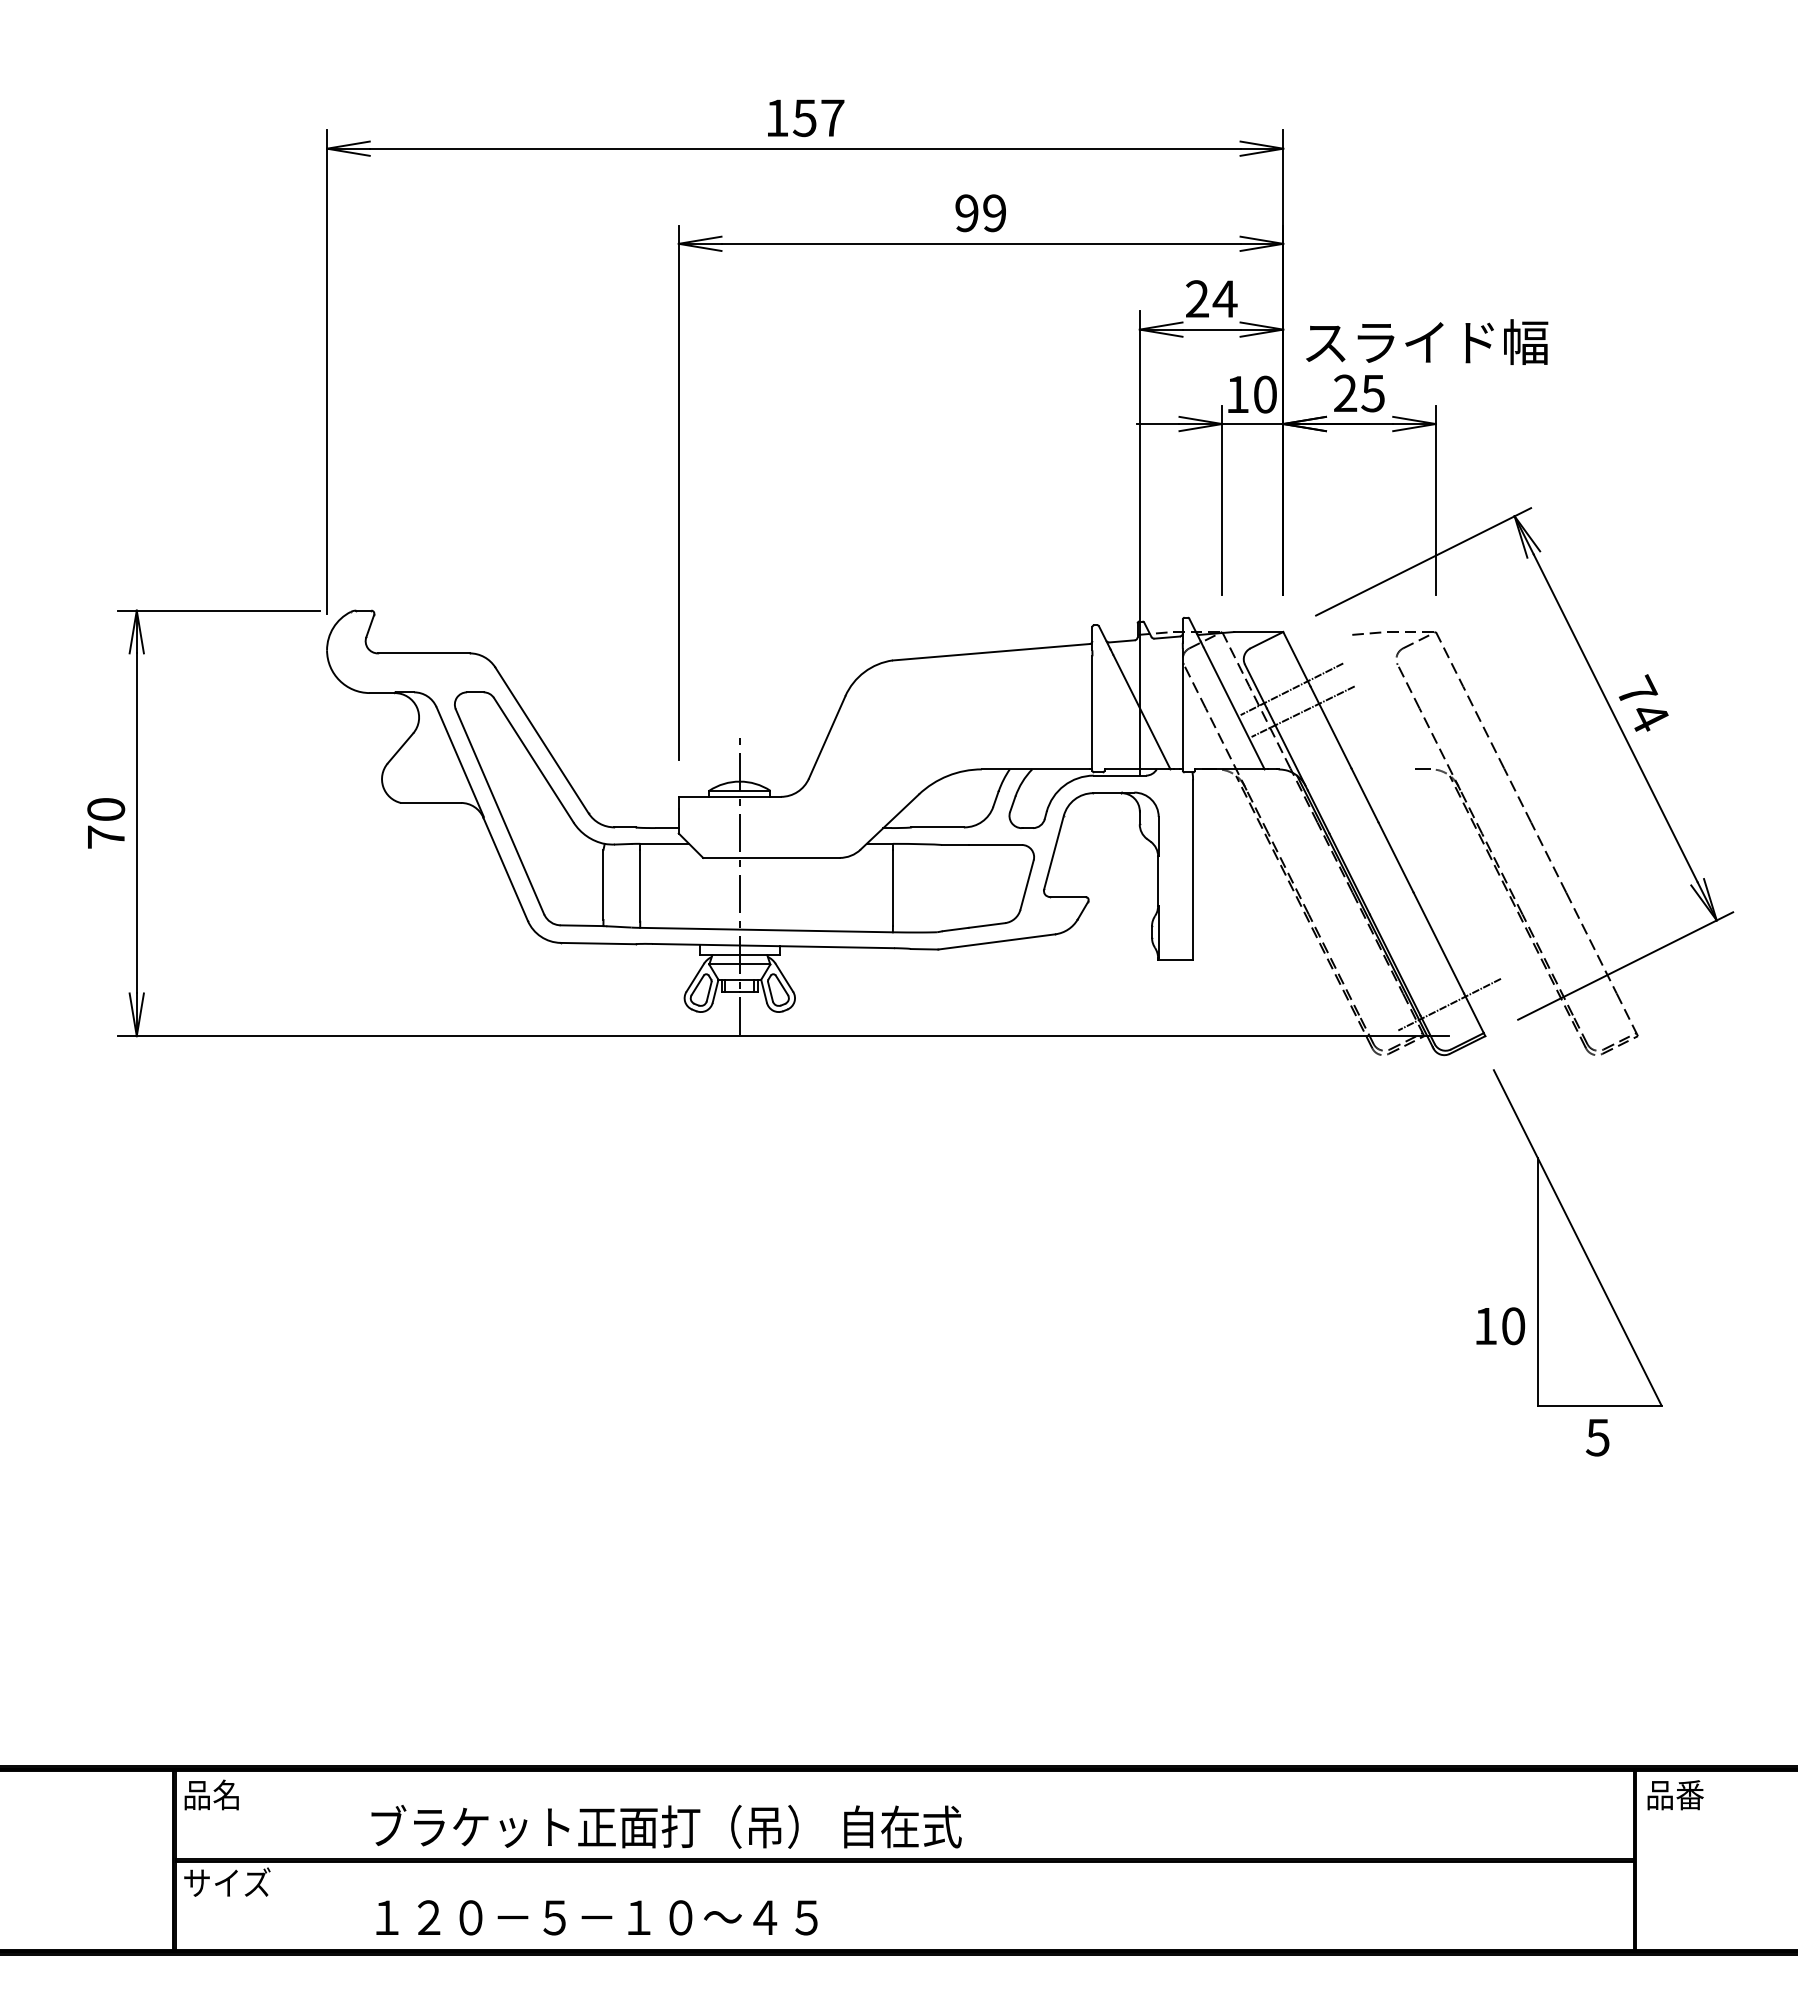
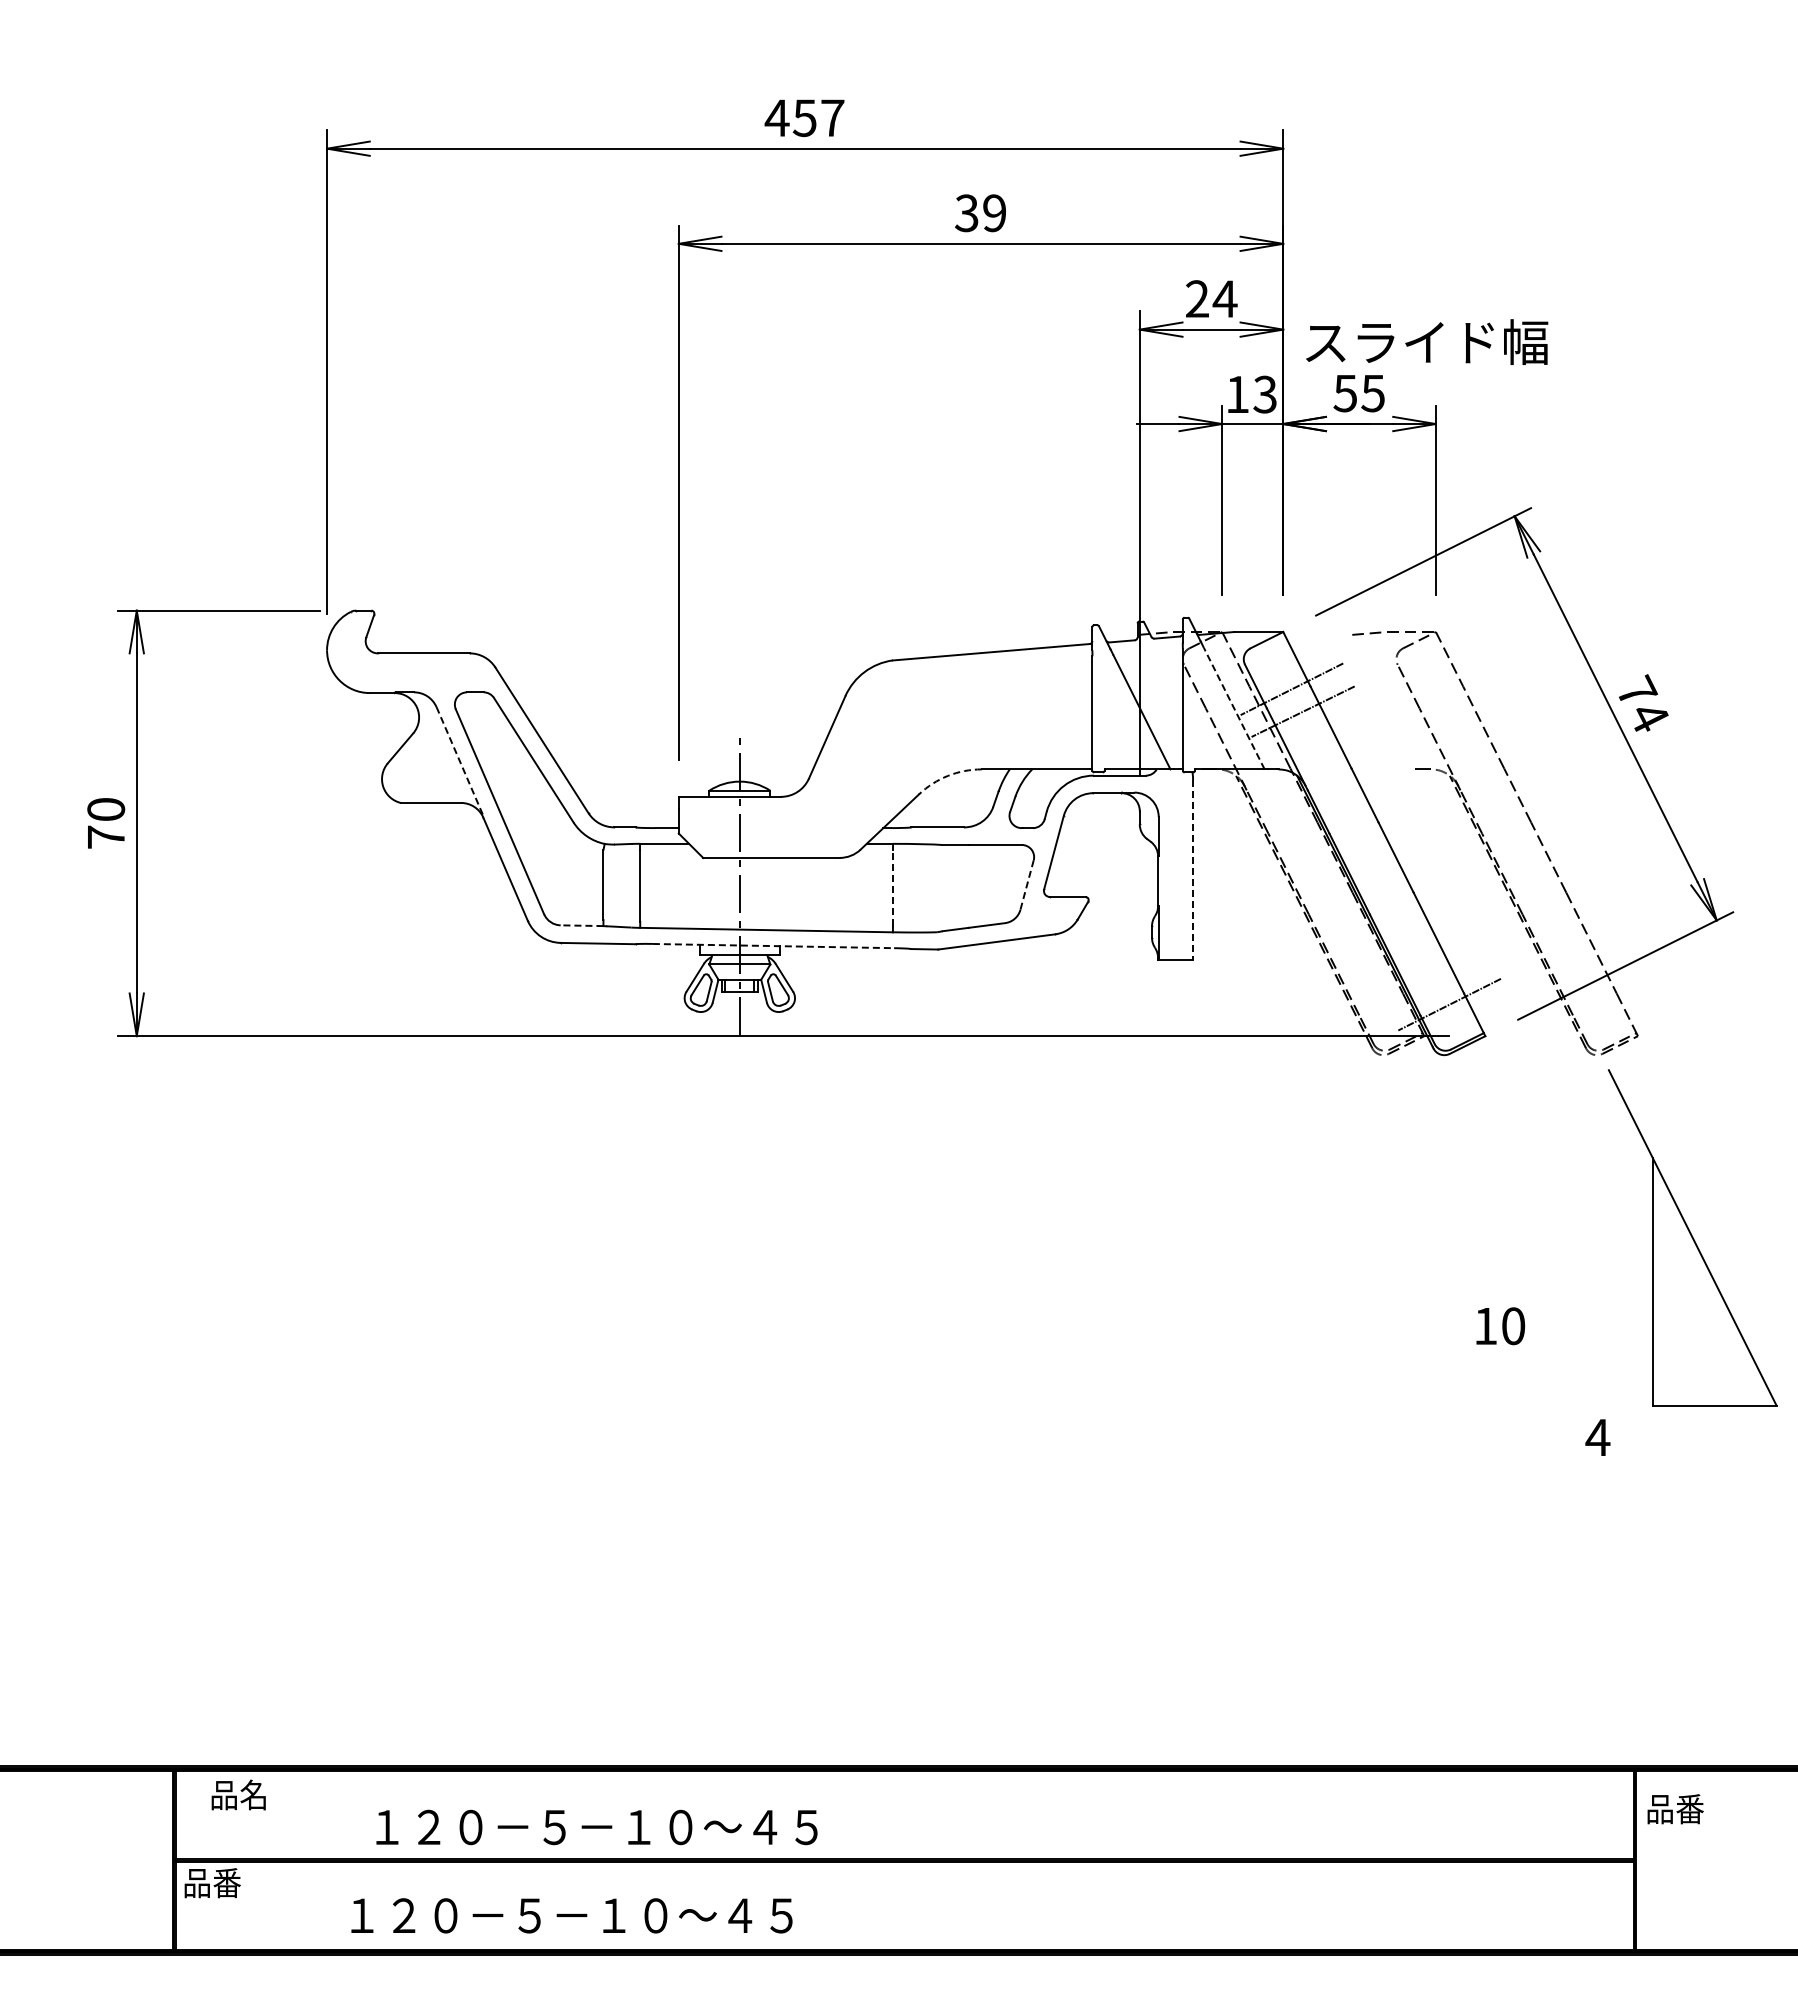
text at (776, 117): 157 -> 457
text at (966, 213): 99 -> 39
text at (1345, 393): 25 -> 55
text at (1264, 394): 10 -> 13
line at (1234, 708): solid -> dashed
line at (460, 762): solid -> dashed
arc at (948, 775): solid -> dashed
line at (1193, 869): solid -> dashed
line at (1027, 885): solid -> dashed
line at (892, 887): solid -> dashed
line at (581, 925): solid -> dashed
line at (773, 946): solid -> dashed
part at (1577, 1237) position: (1577, 1237) -> (1692, 1237)
text at (1597, 1437): 5 -> 4
text at (211, 1794) position: (211, 1794) -> (238, 1794)
text at (1675, 1795) position: (1675, 1795) -> (1675, 1809)
text at (666, 1826): ブラケット正面打（吊） 自在式 -> １２０－５－１０～４５
text at (227, 1882): サイズ -> 品番
text at (596, 1917) position: (596, 1917) -> (571, 1915)
